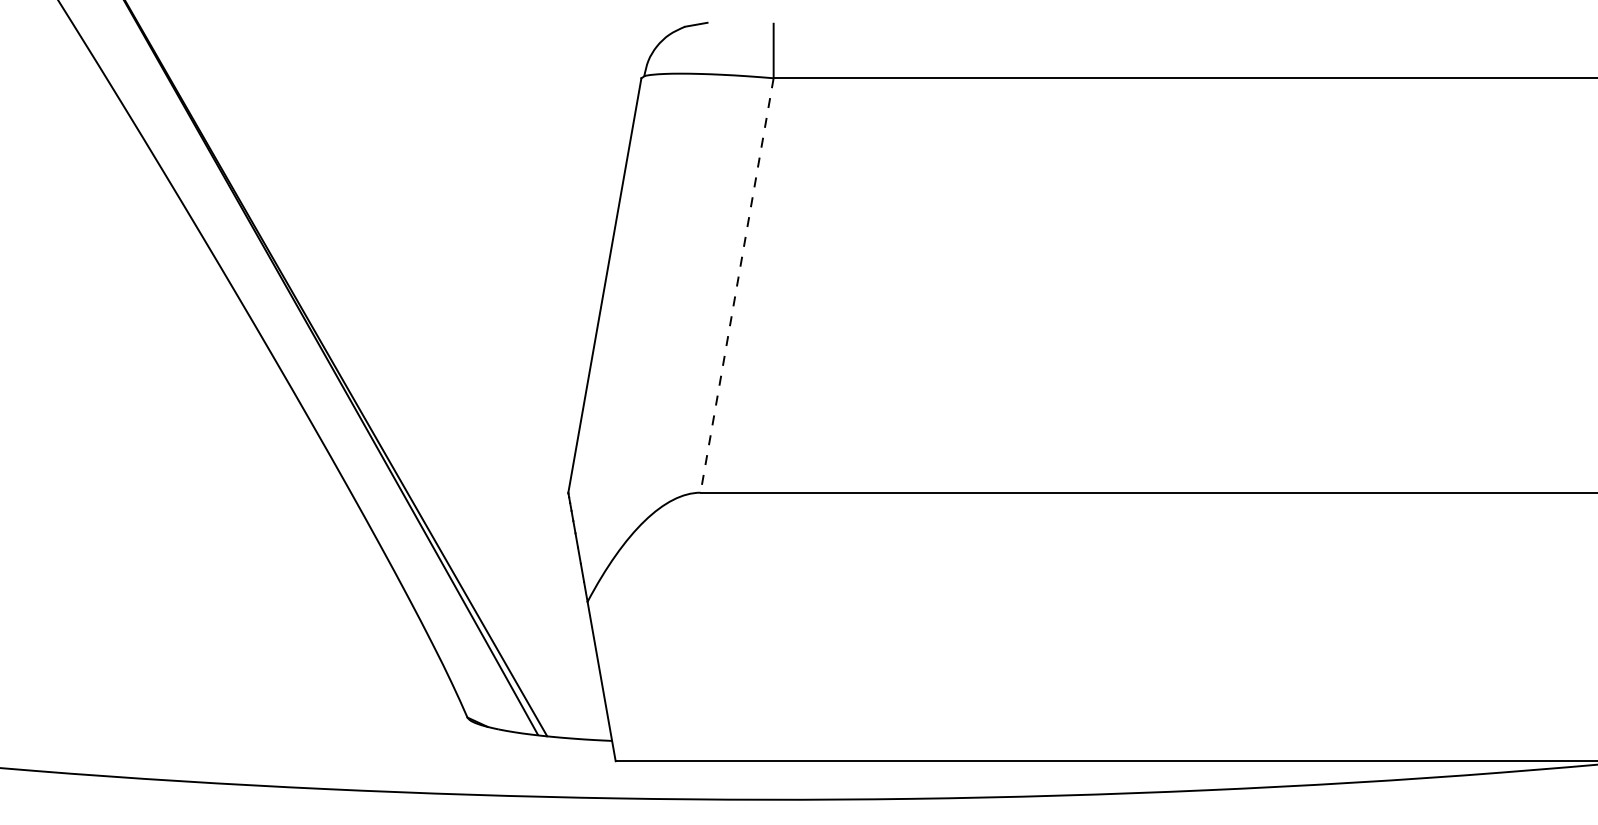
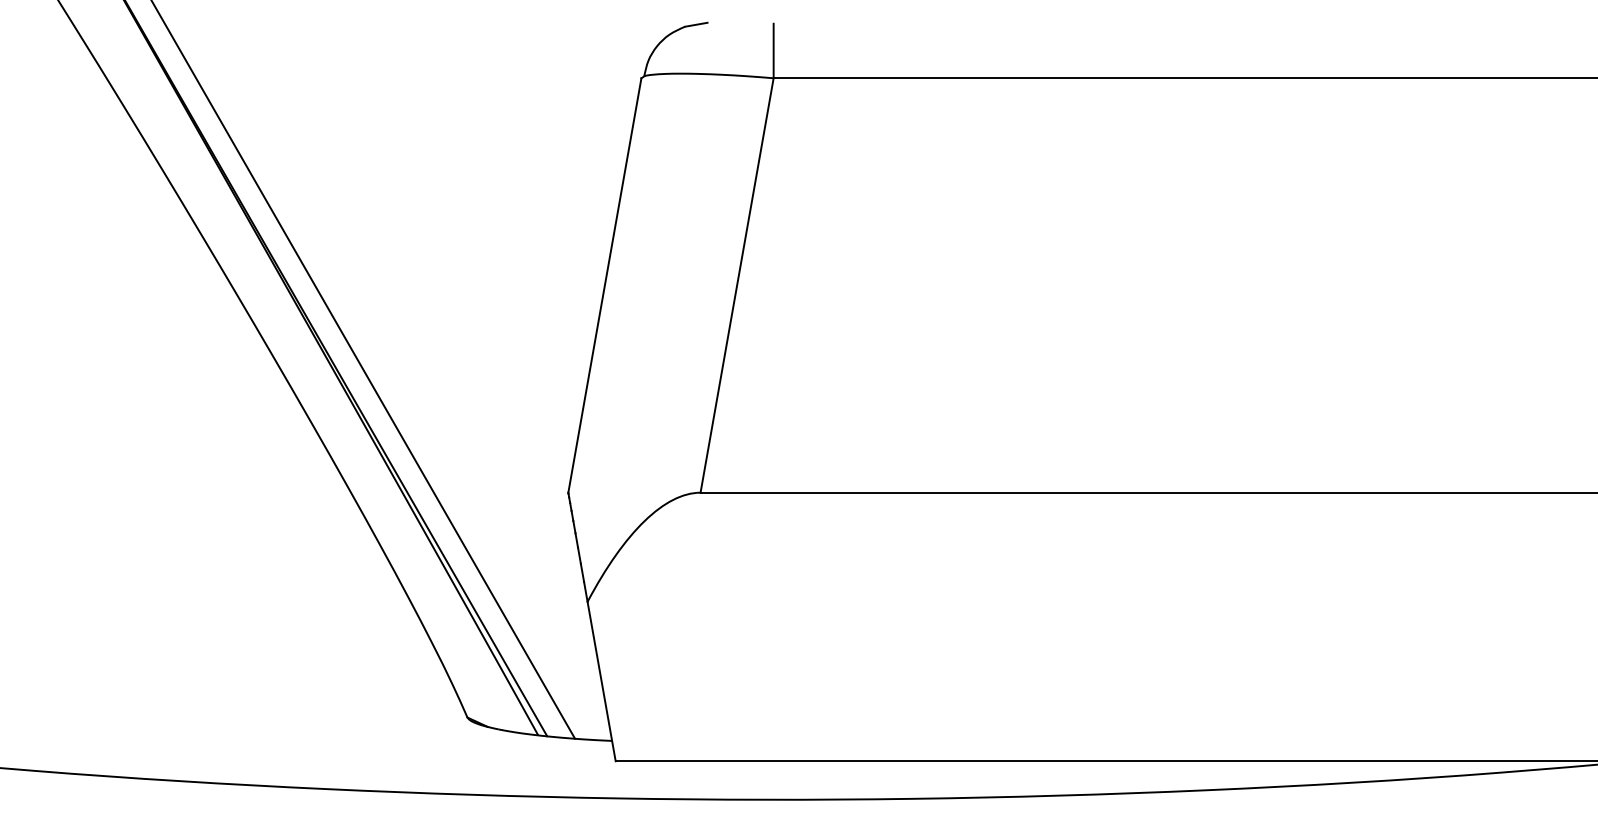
line at (737, 285): dashed -> solid
line at (363, 370): none -> present
